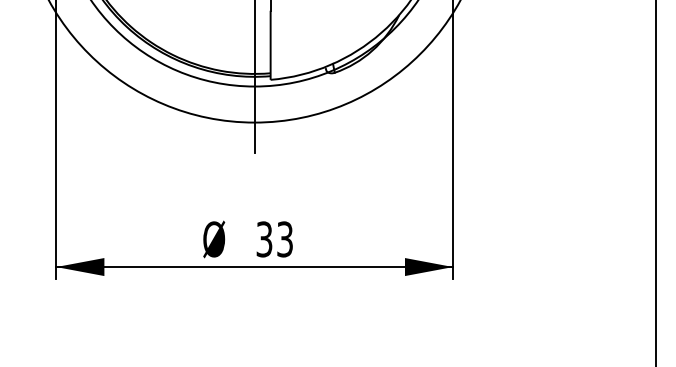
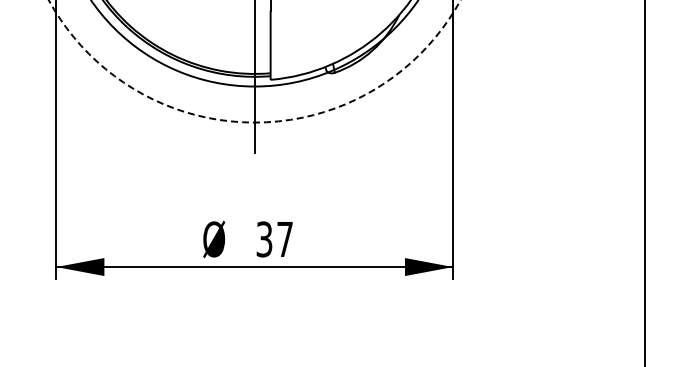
circle at (254, 61): solid -> dashed
line at (655, 182) position: (655, 182) -> (644, 182)
text at (284, 239): 33 -> 37
